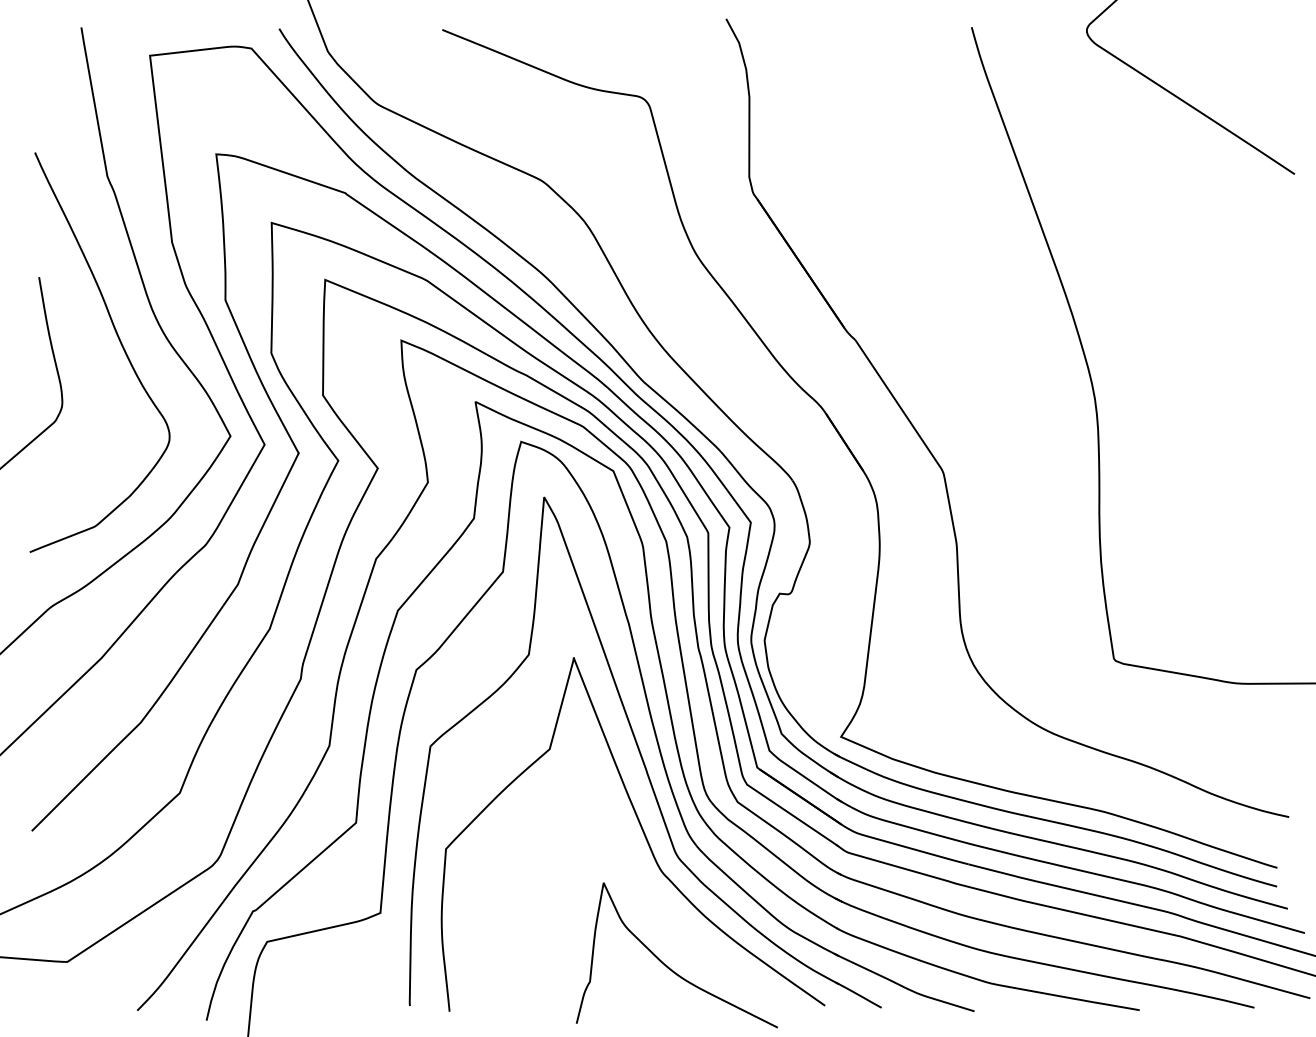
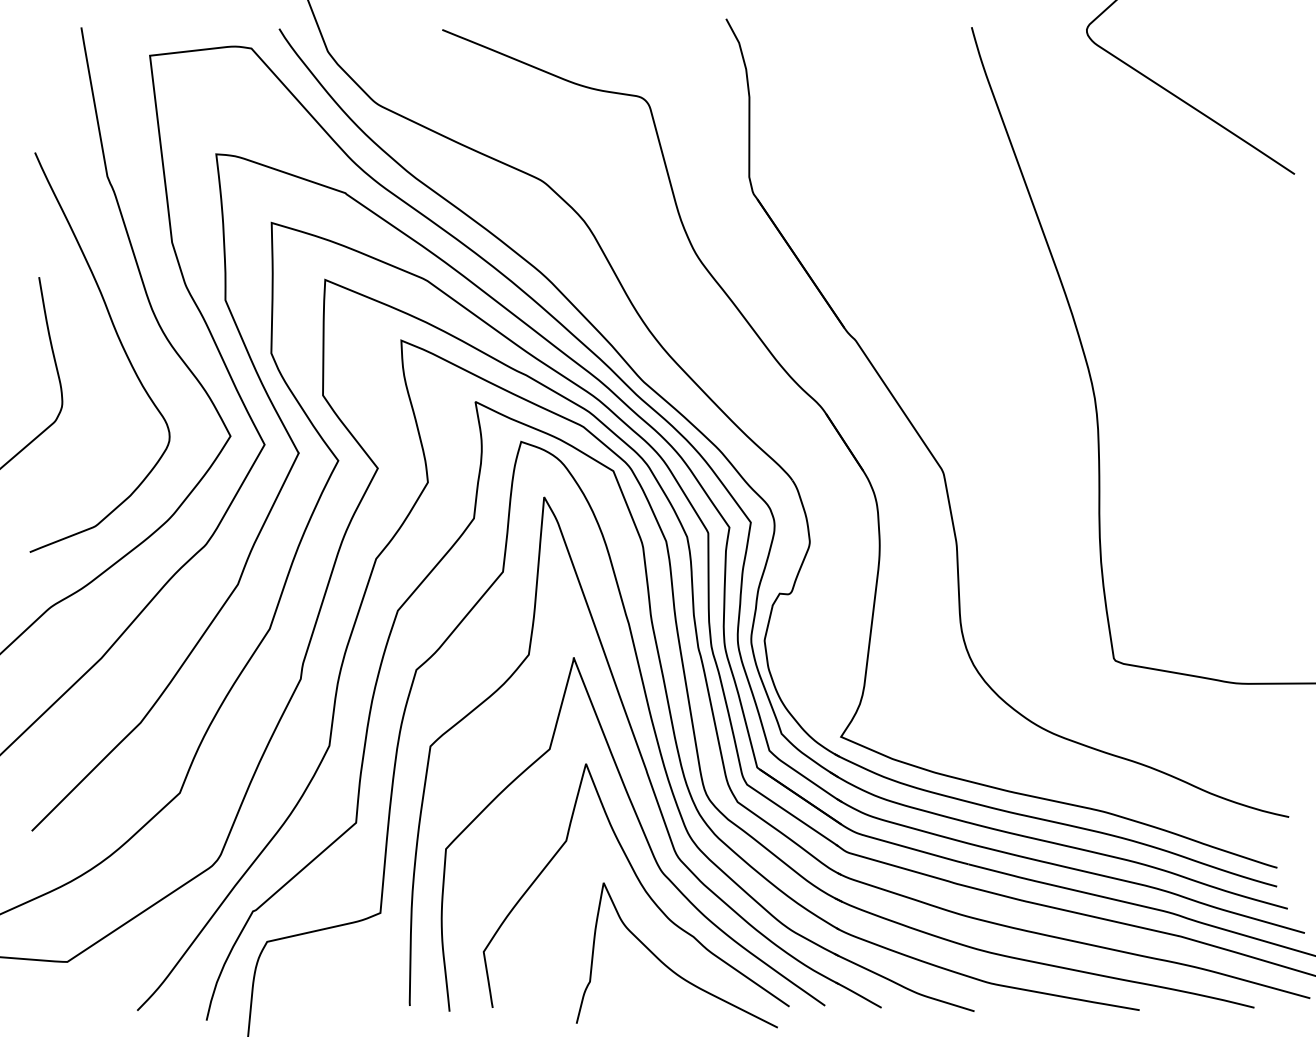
curve at (639, 883): none -> present
